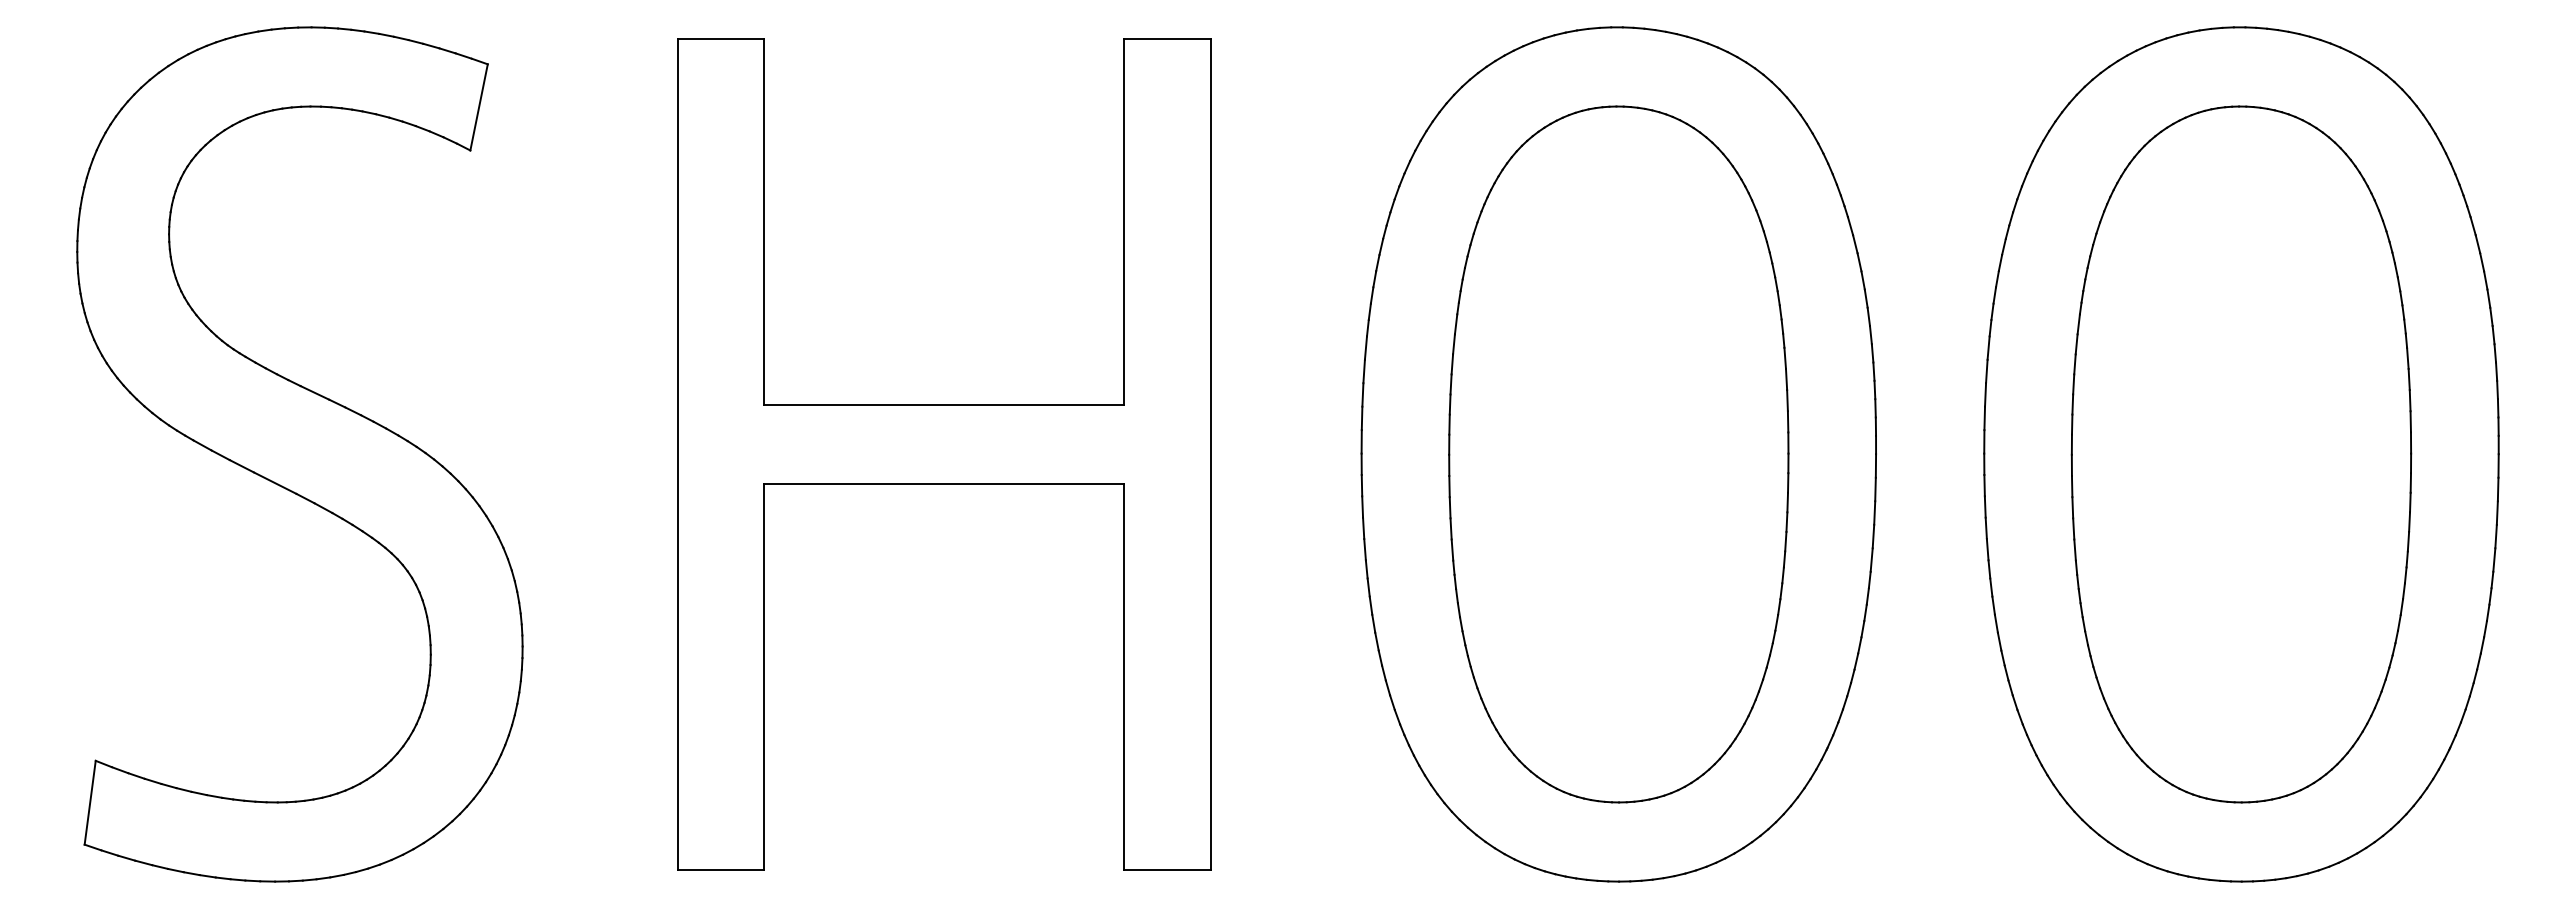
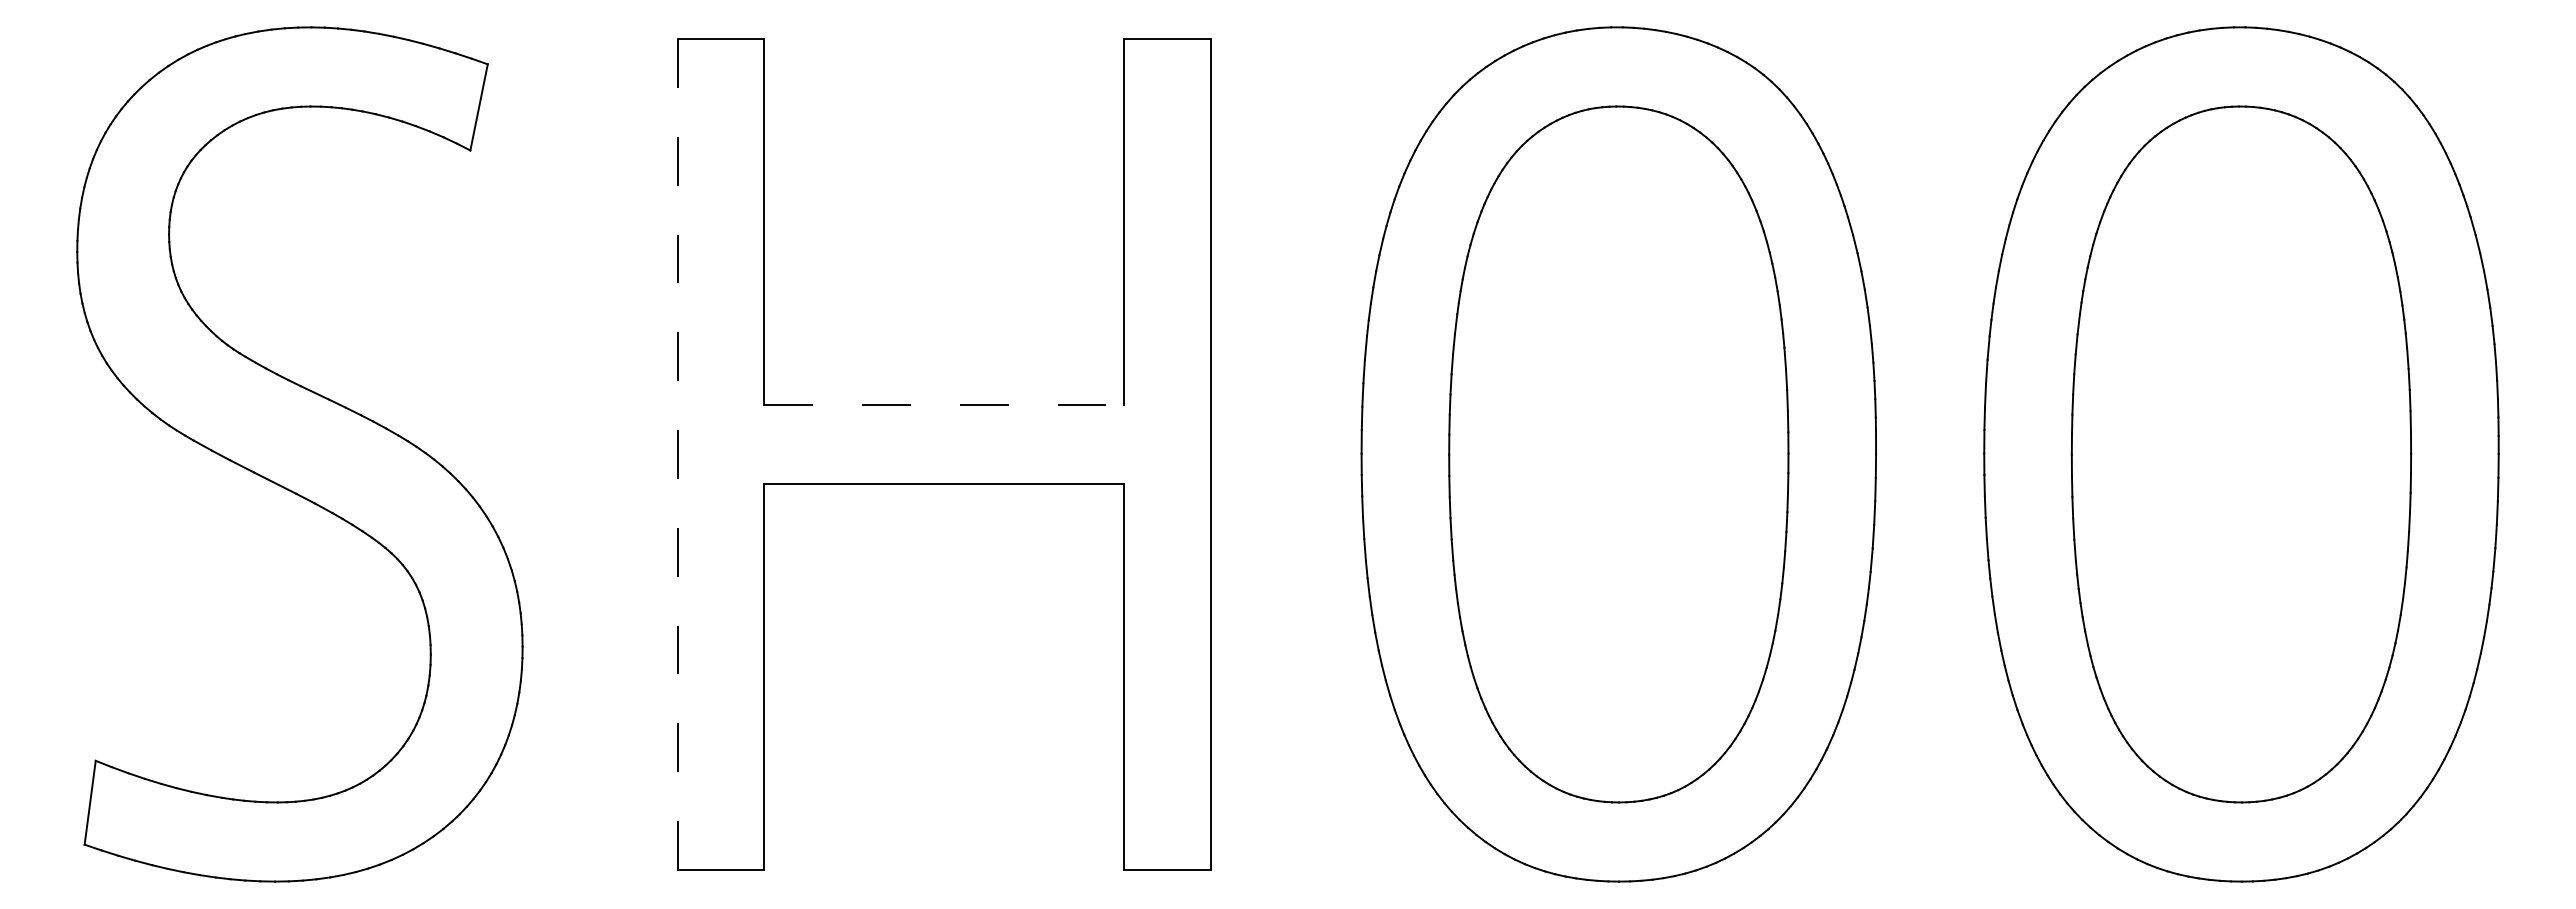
line at (944, 404): solid -> dashed
line at (677, 453): solid -> dashed
